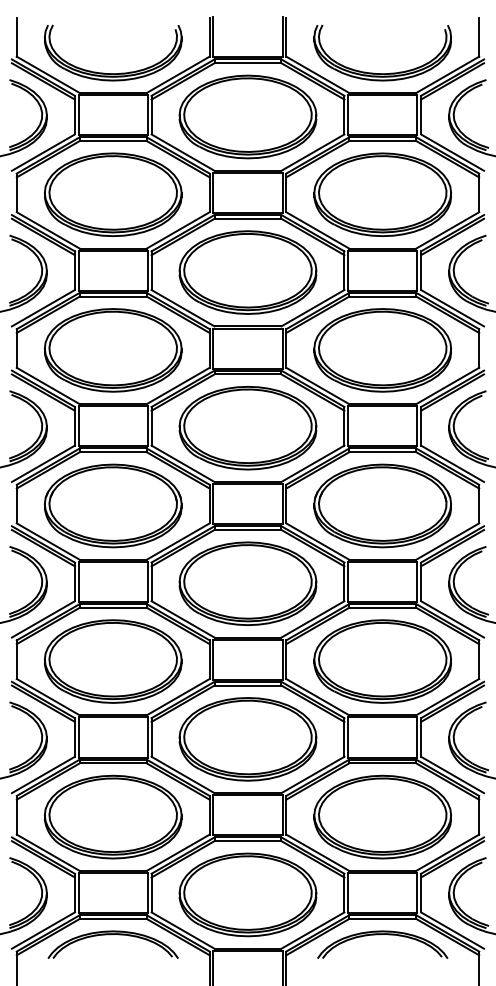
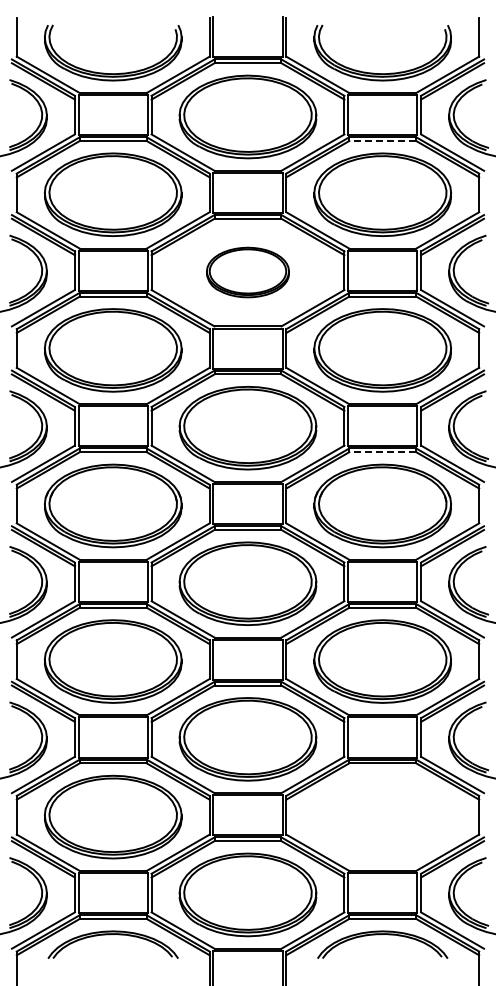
line at (382, 141): solid -> dashed
part at (247, 272) size: 140x85 px -> 84x53 px
line at (382, 452): solid -> dashed
part at (382, 816): present -> none
